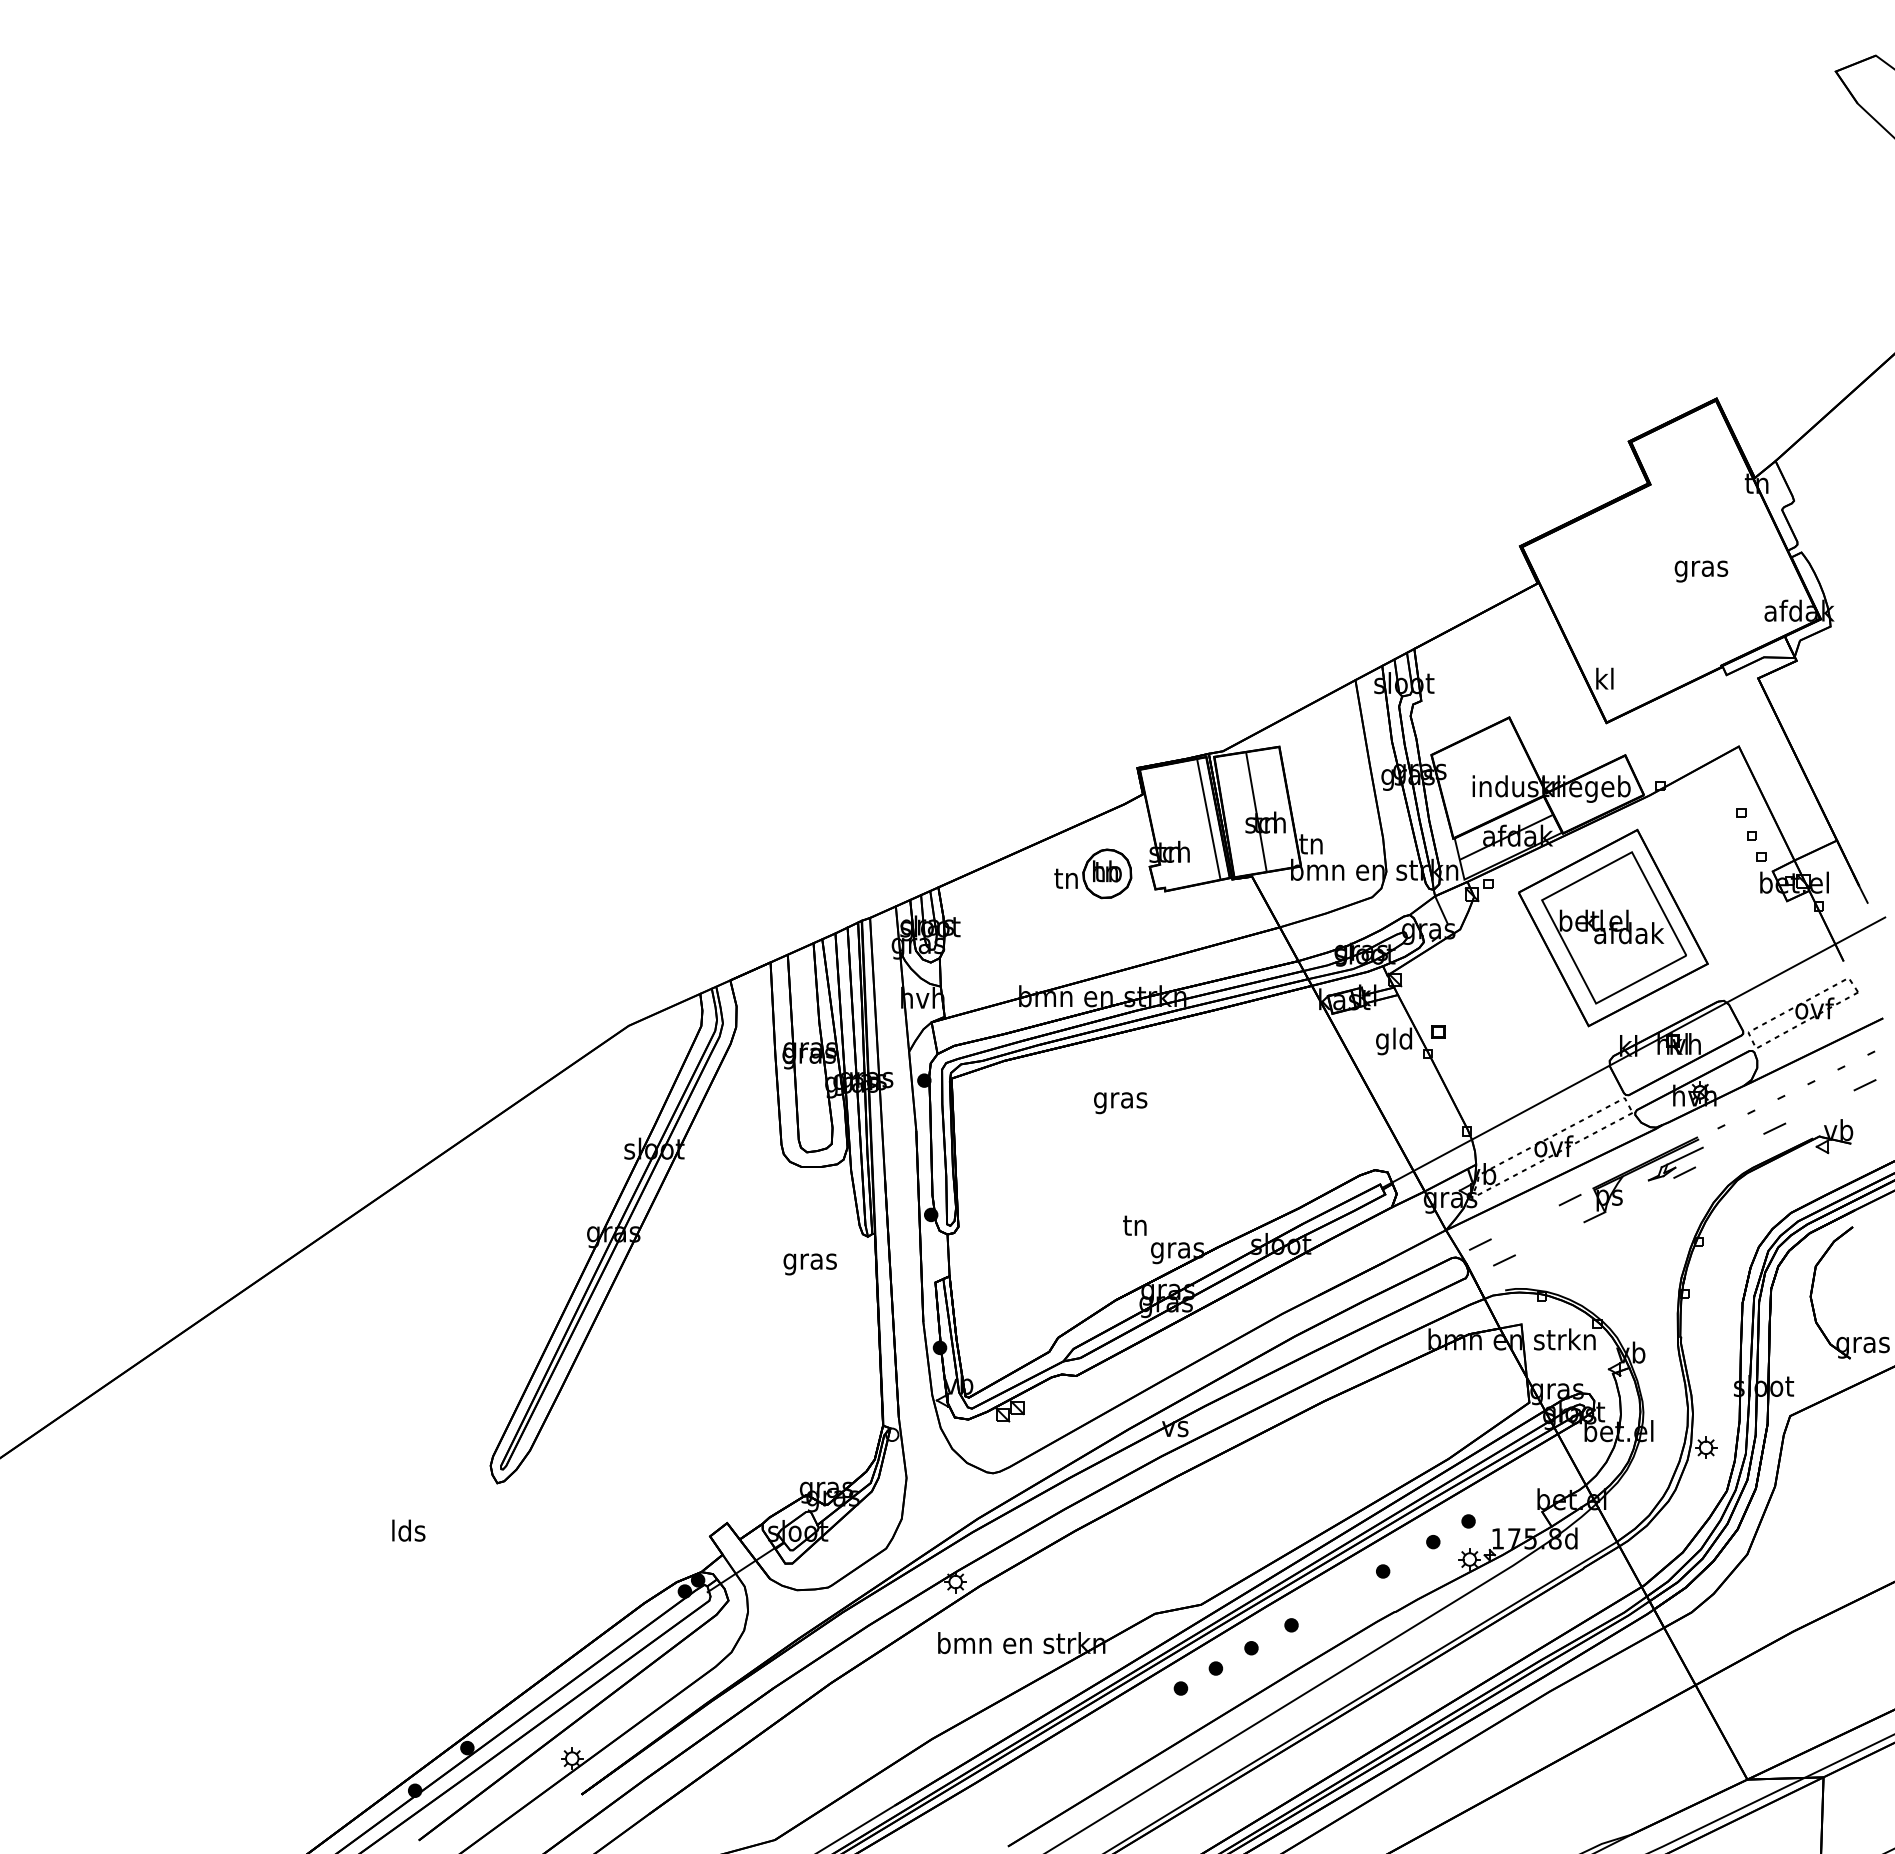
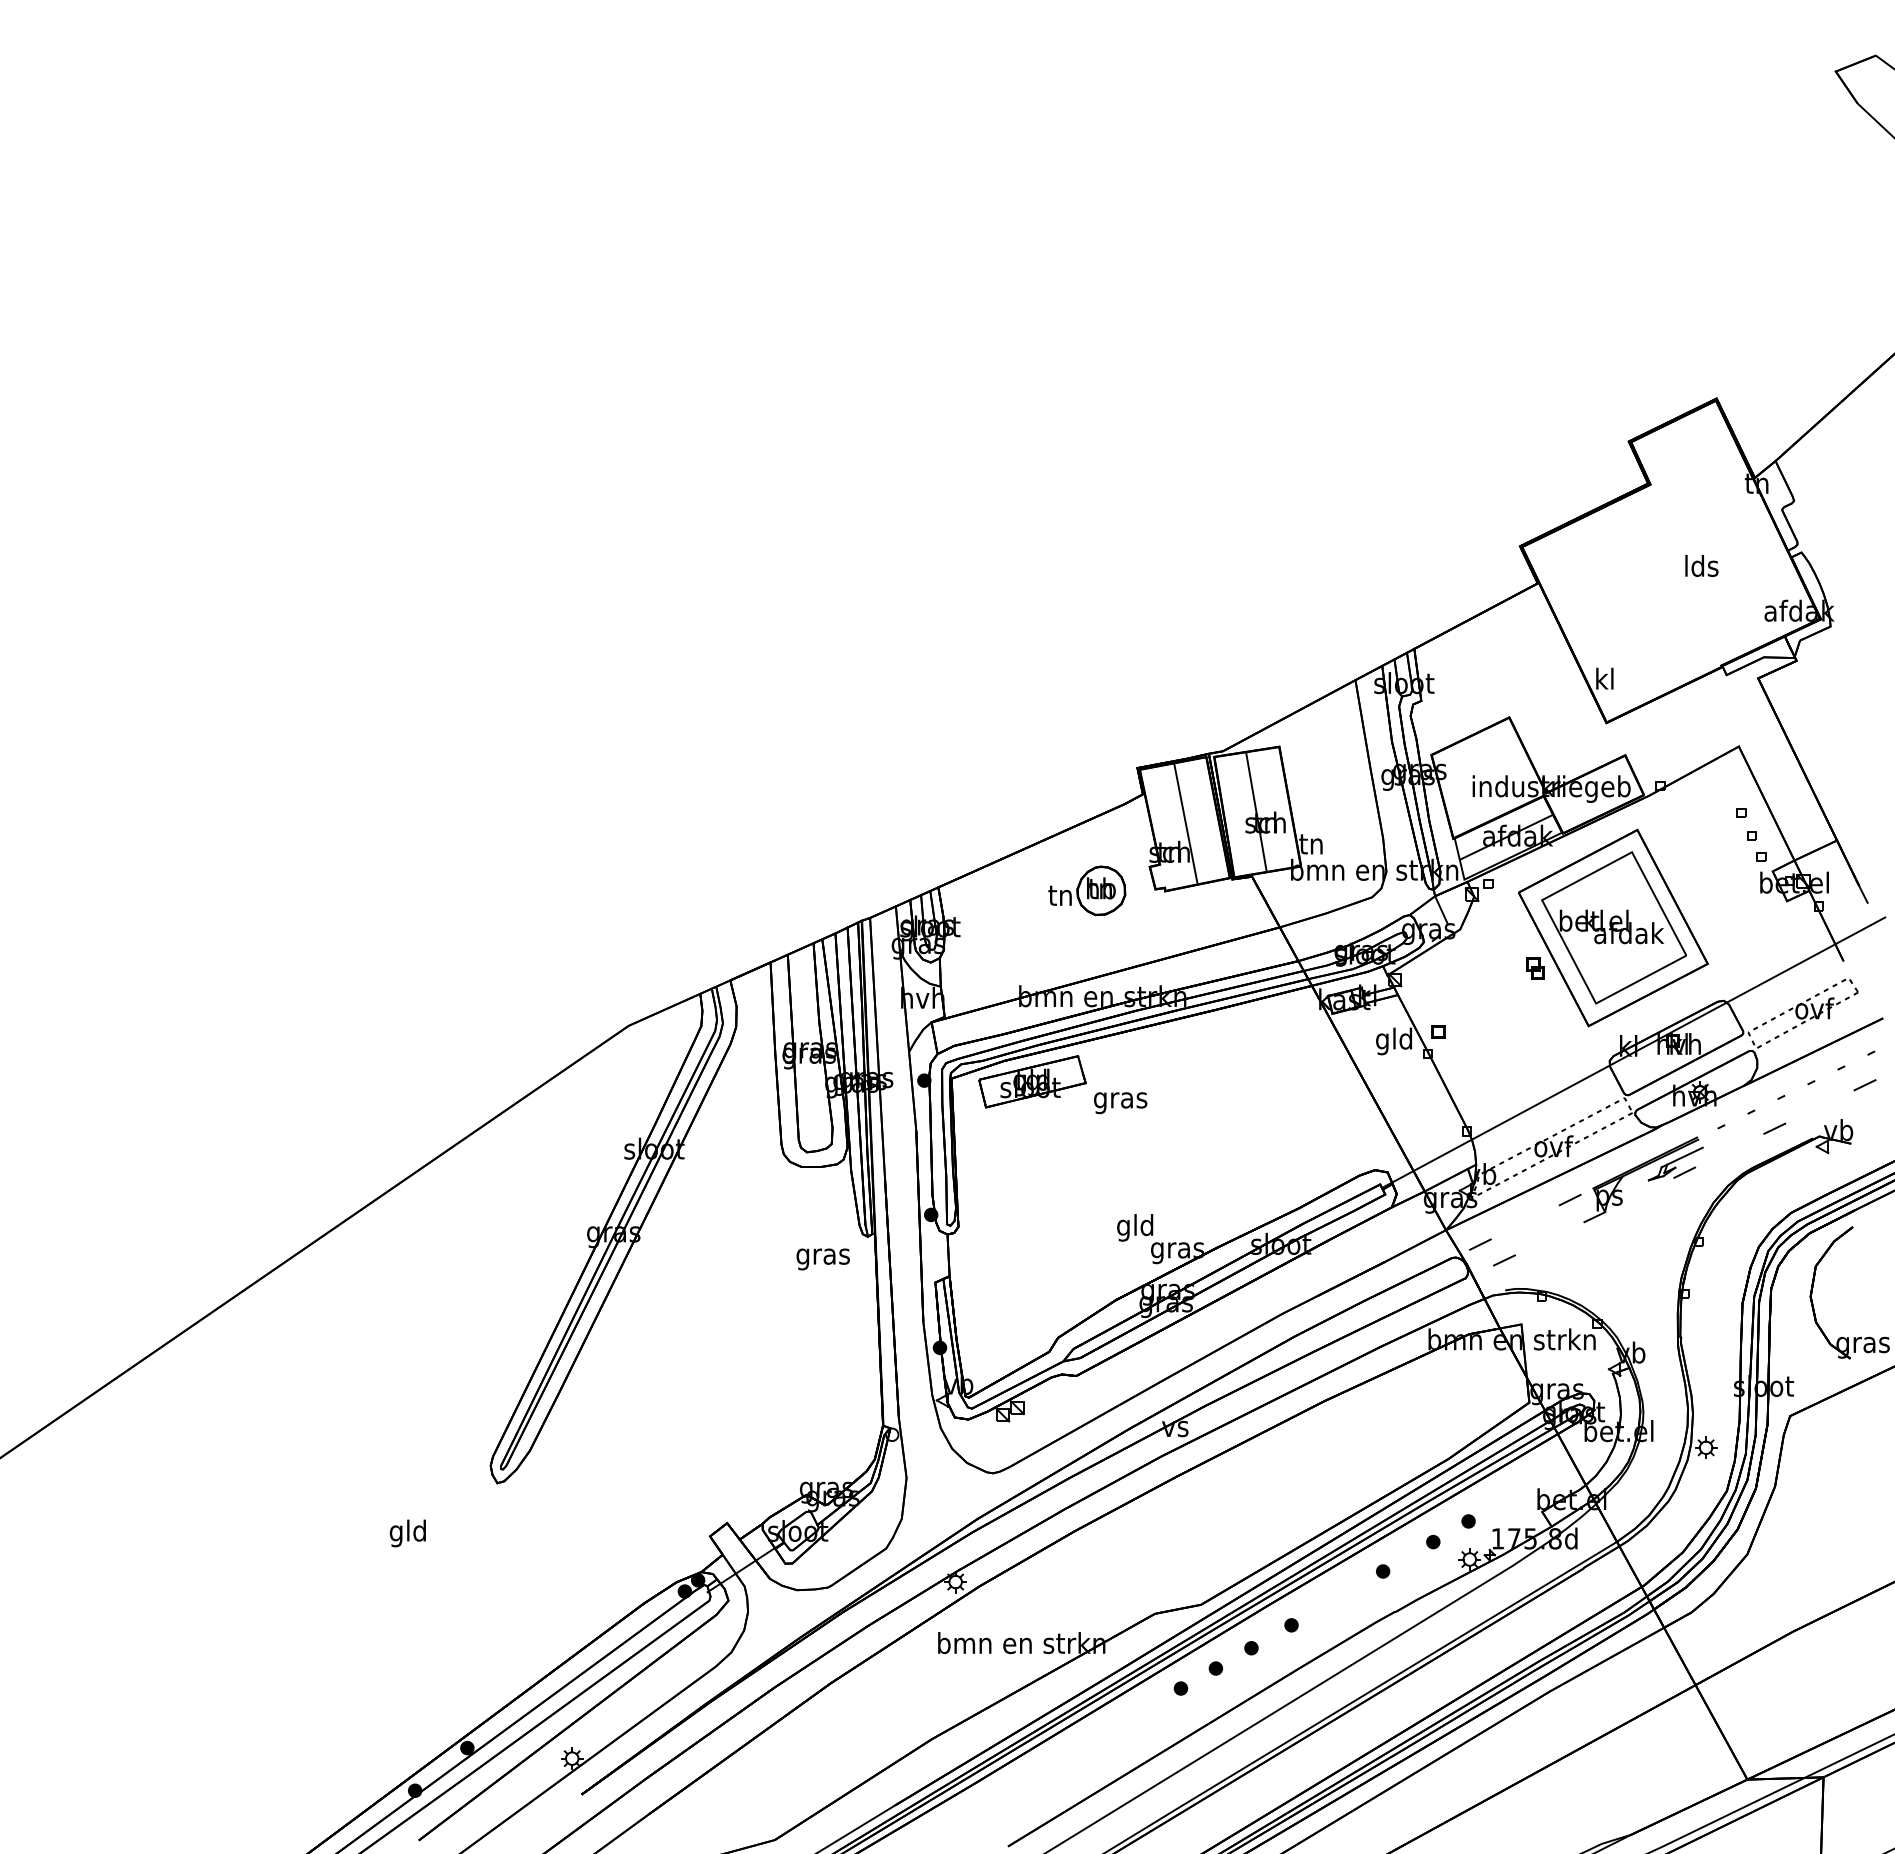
text at (1701, 568): gras -> lds
line at (1208, 819) position: (1208, 819) -> (1185, 823)
part at (1093, 873) position: (1093, 873) -> (1087, 890)
part at (1535, 968): none -> present
part at (1032, 1081): none -> present
text at (1135, 1227): tn -> gld
text at (809, 1264) position: (809, 1264) -> (822, 1259)
text at (407, 1533): lds -> gld
